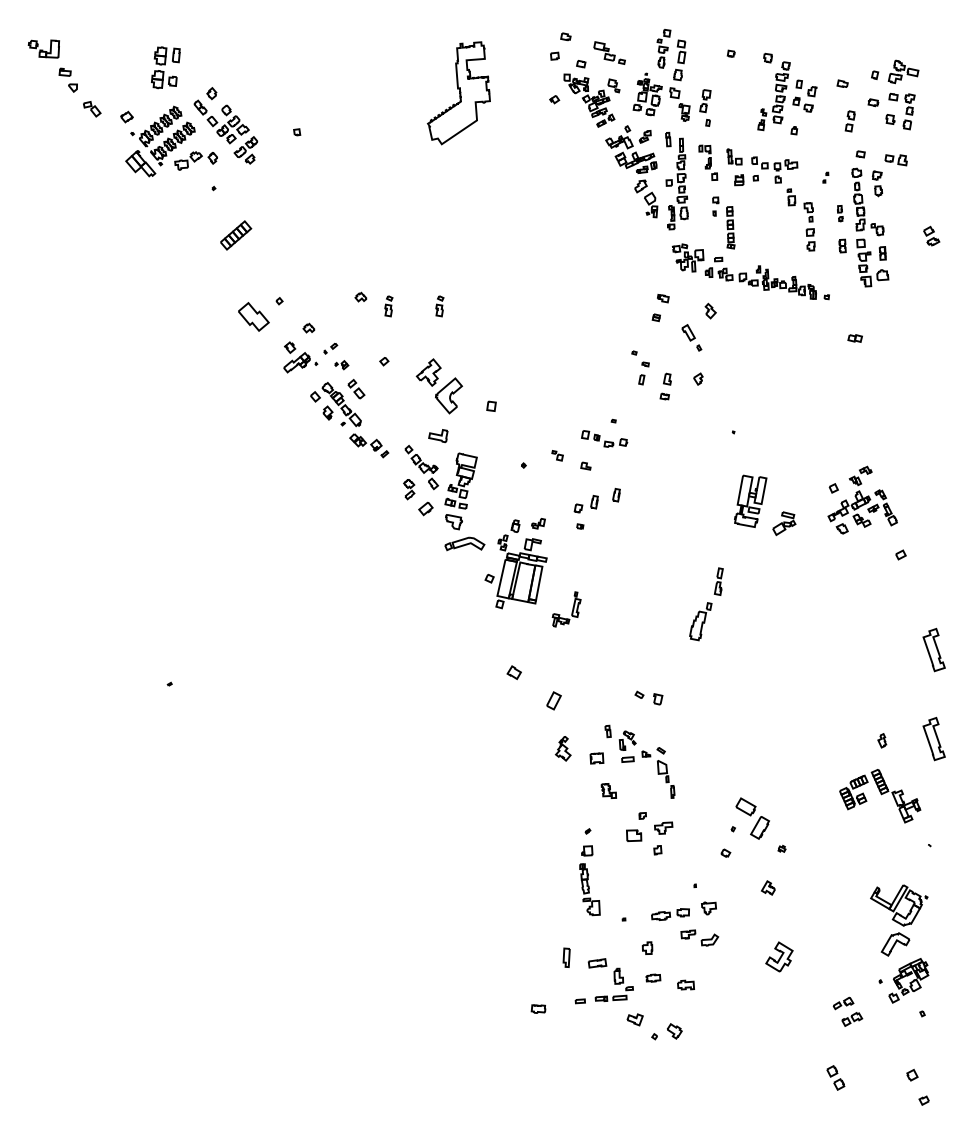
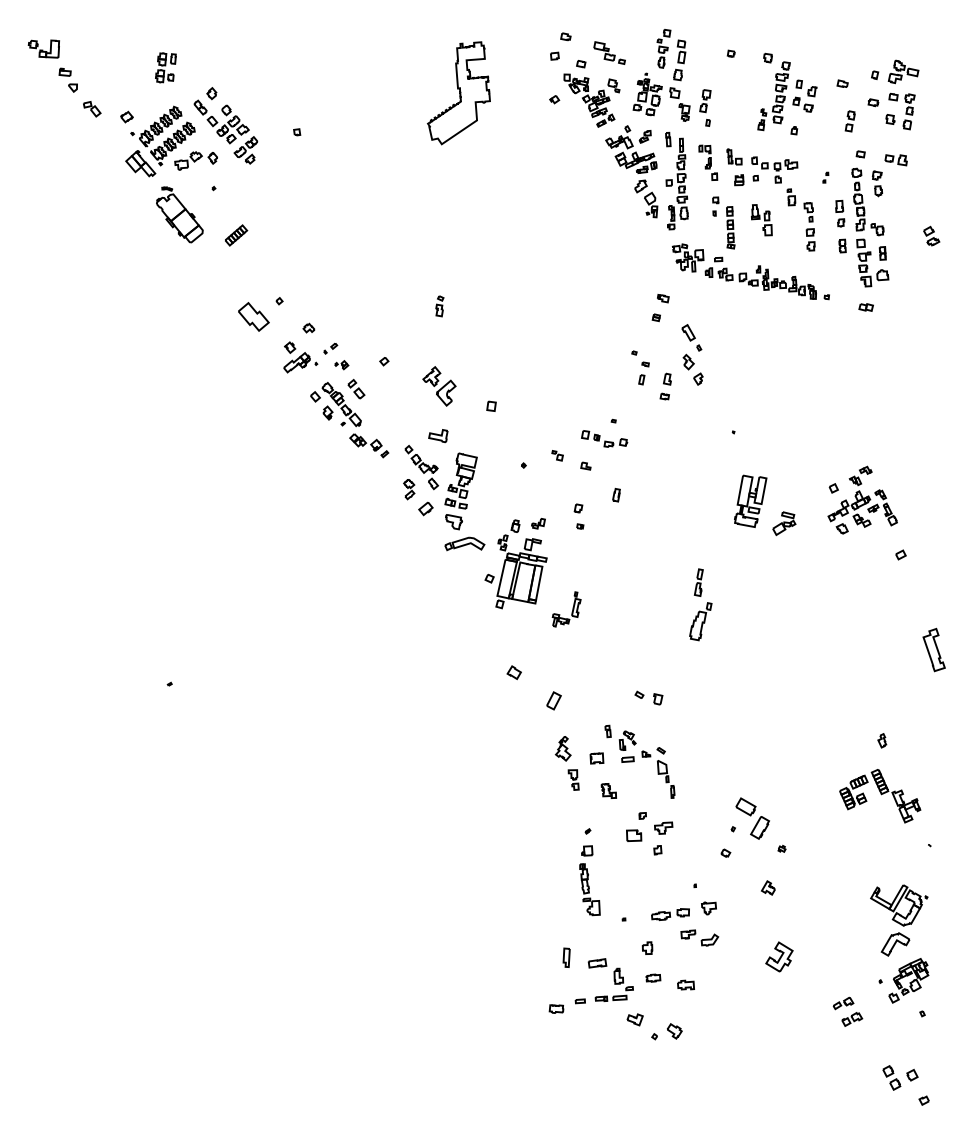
part at (165, 67) size: 30x44 px -> 22x32 px
part at (840, 213) size: 7x18 px -> 11x29 px
part at (179, 214): none -> present
part at (761, 220): none -> present
part at (236, 235) size: 33x31 px -> 24x23 px
part at (360, 296): present -> none
part at (388, 306): present -> none
part at (710, 310) position: (710, 310) -> (688, 361)
part at (854, 338) position: (854, 338) -> (865, 307)
part at (439, 386) size: 49x57 px -> 35x41 px
part at (594, 502): present -> none
part at (718, 581) position: (718, 581) -> (698, 582)
part at (933, 738): present -> none
part at (573, 779): none -> present
part at (538, 1008) position: (538, 1008) -> (556, 1008)
part at (835, 1077) position: (835, 1077) -> (891, 1077)
